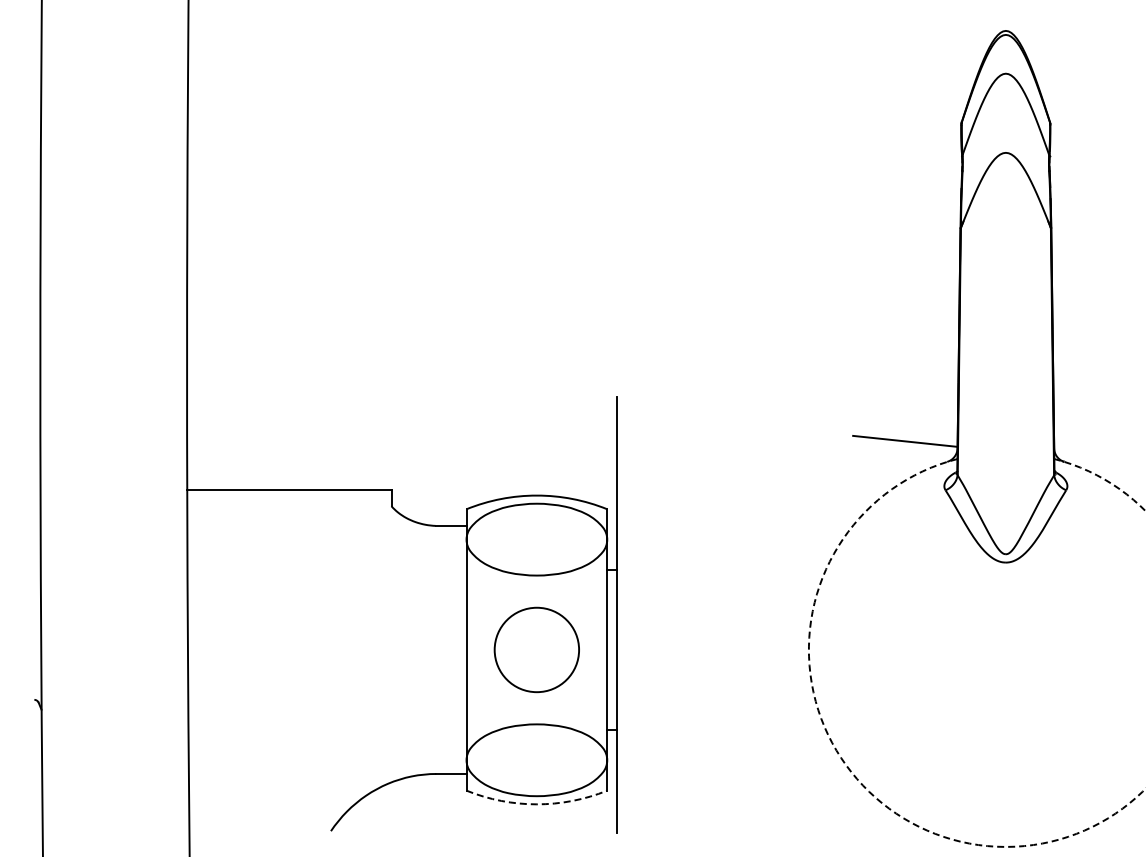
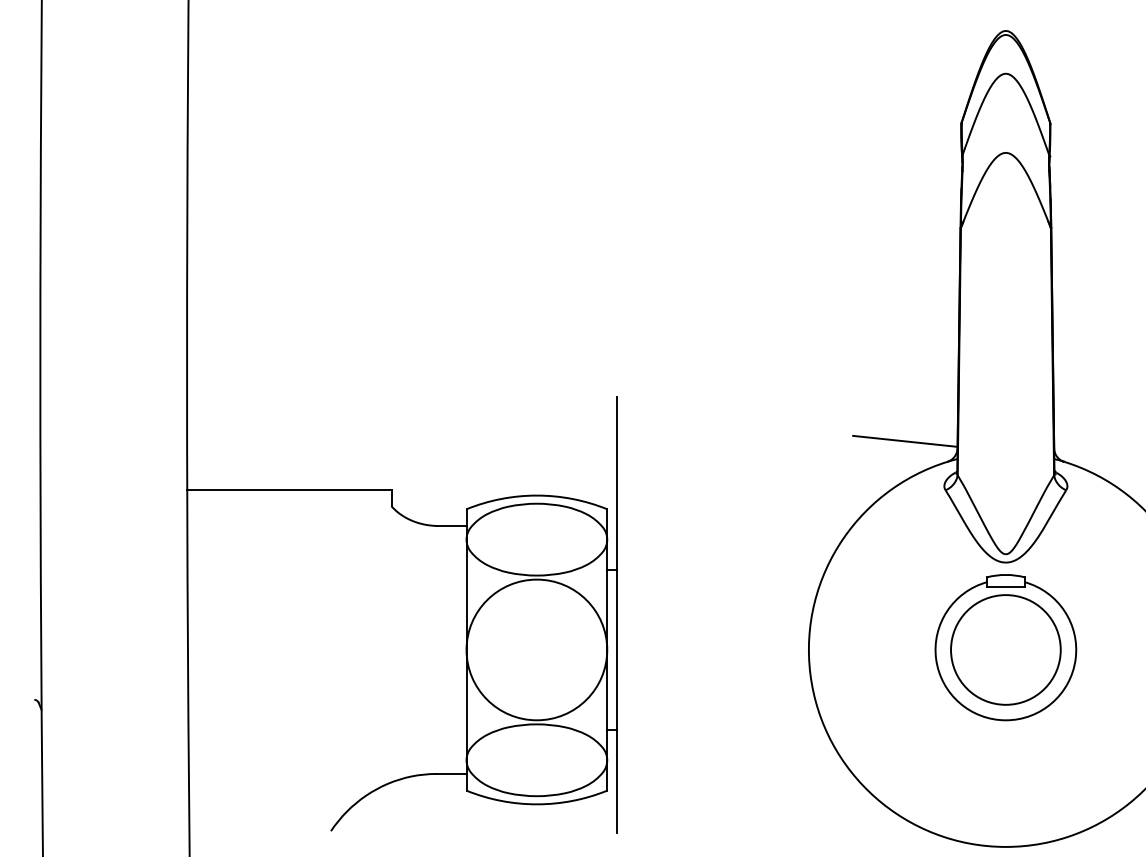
part at (1005, 647): none -> present
circle at (536, 649) diameter: 84 px -> 141 px
arc at (867, 790): dashed -> solid
arc at (536, 804): dashed -> solid
